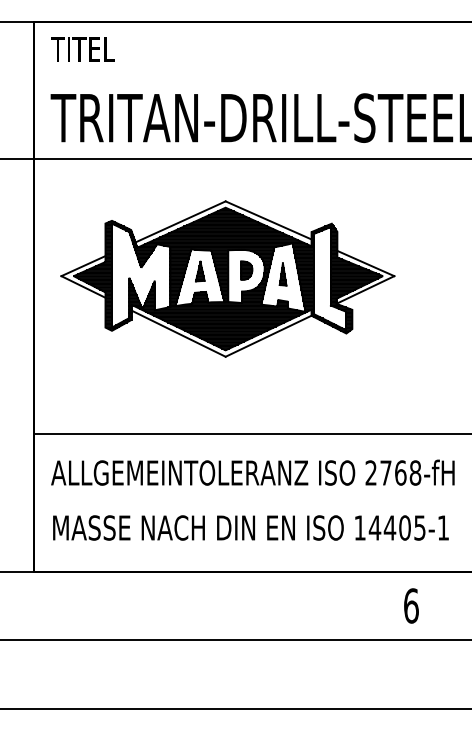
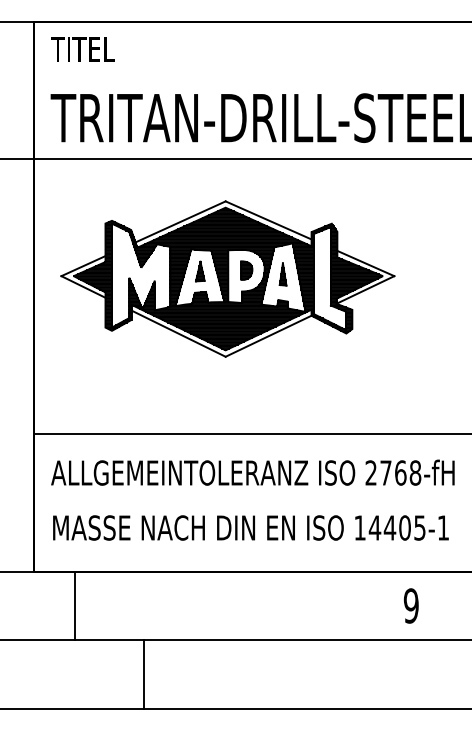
line at (75, 605): none -> present
text at (410, 605): 6 -> 9
line at (143, 674): none -> present
